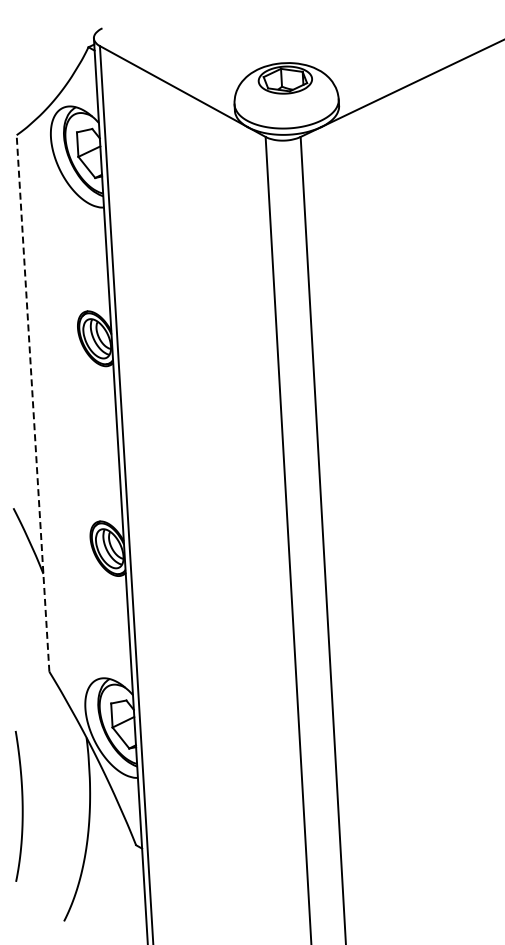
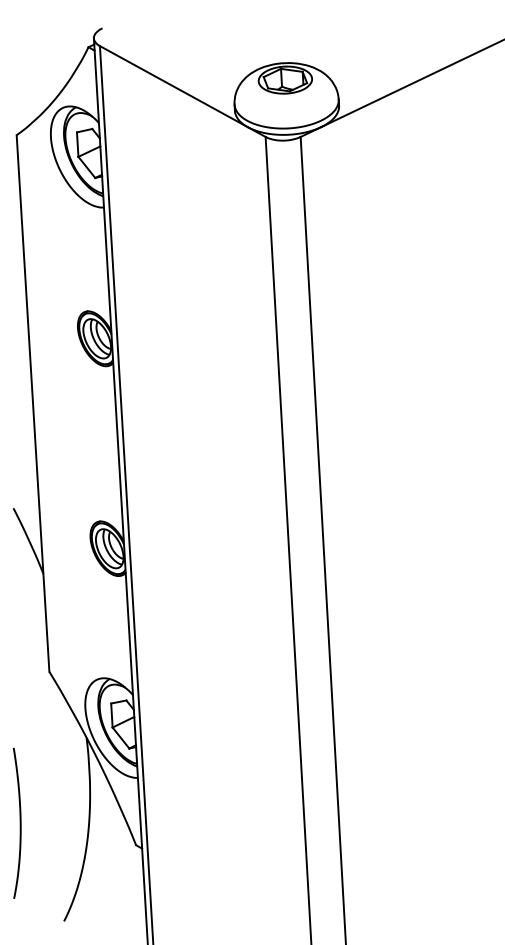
line at (33, 403): dashed -> solid
curve at (21, 806) position: (21, 806) -> (19, 823)
